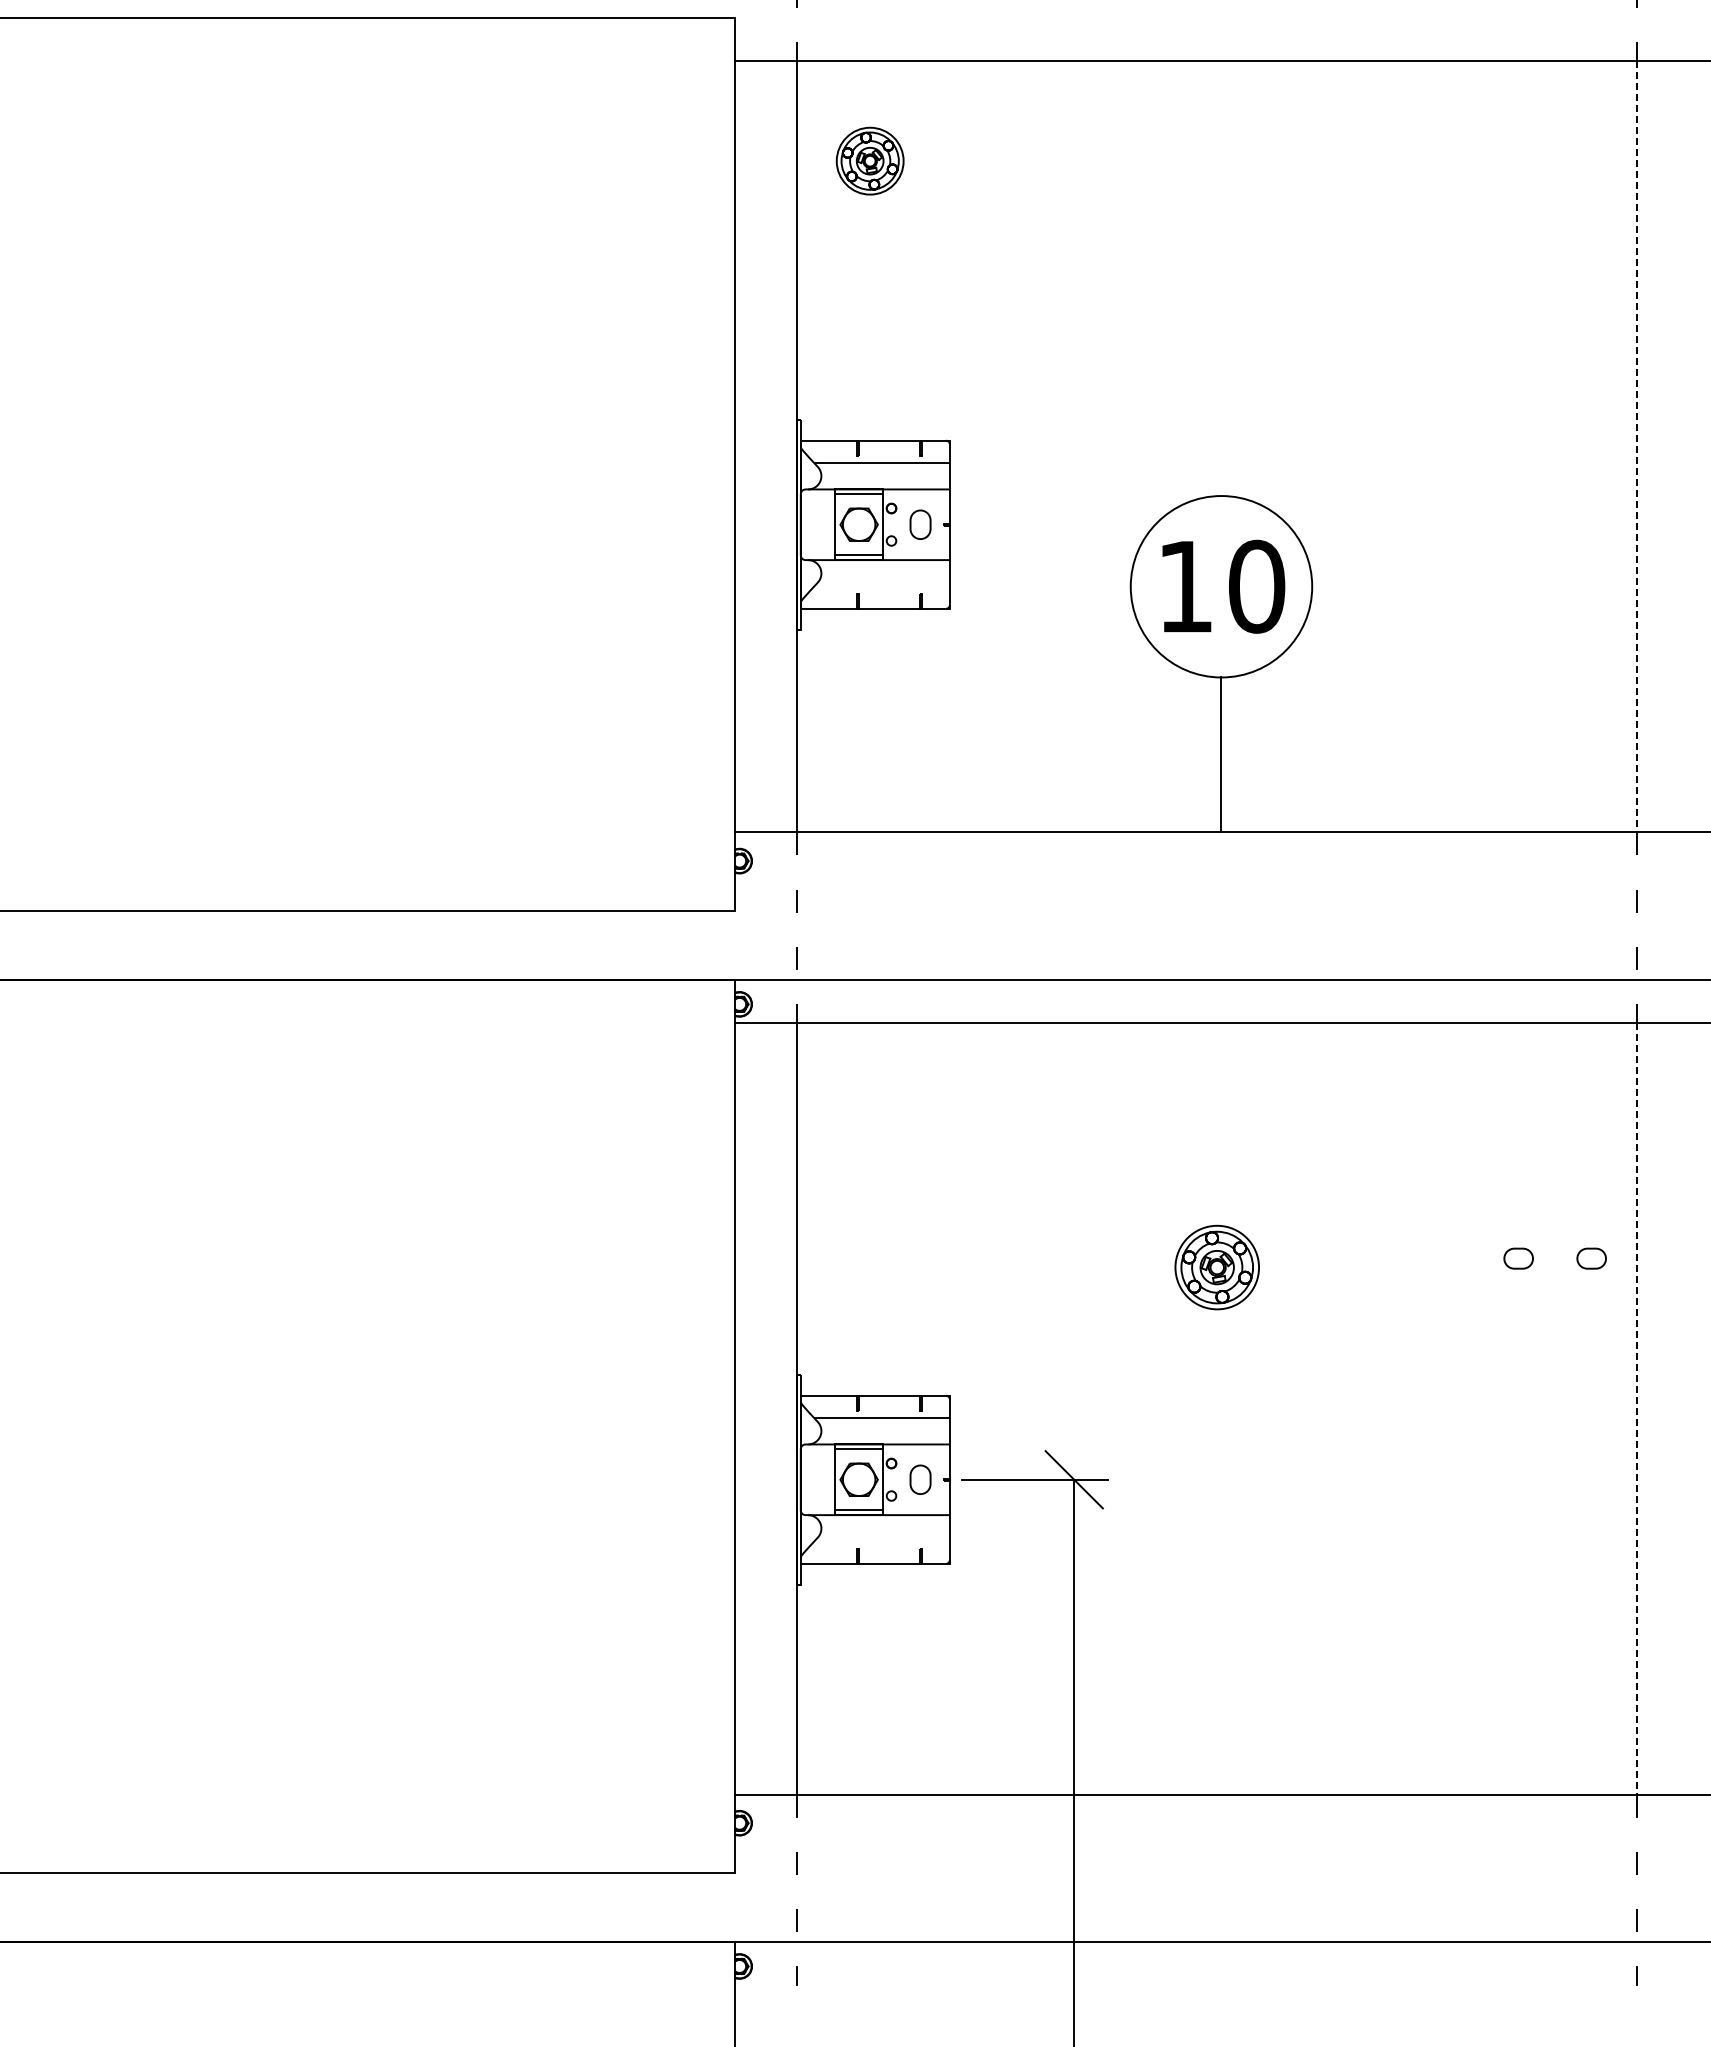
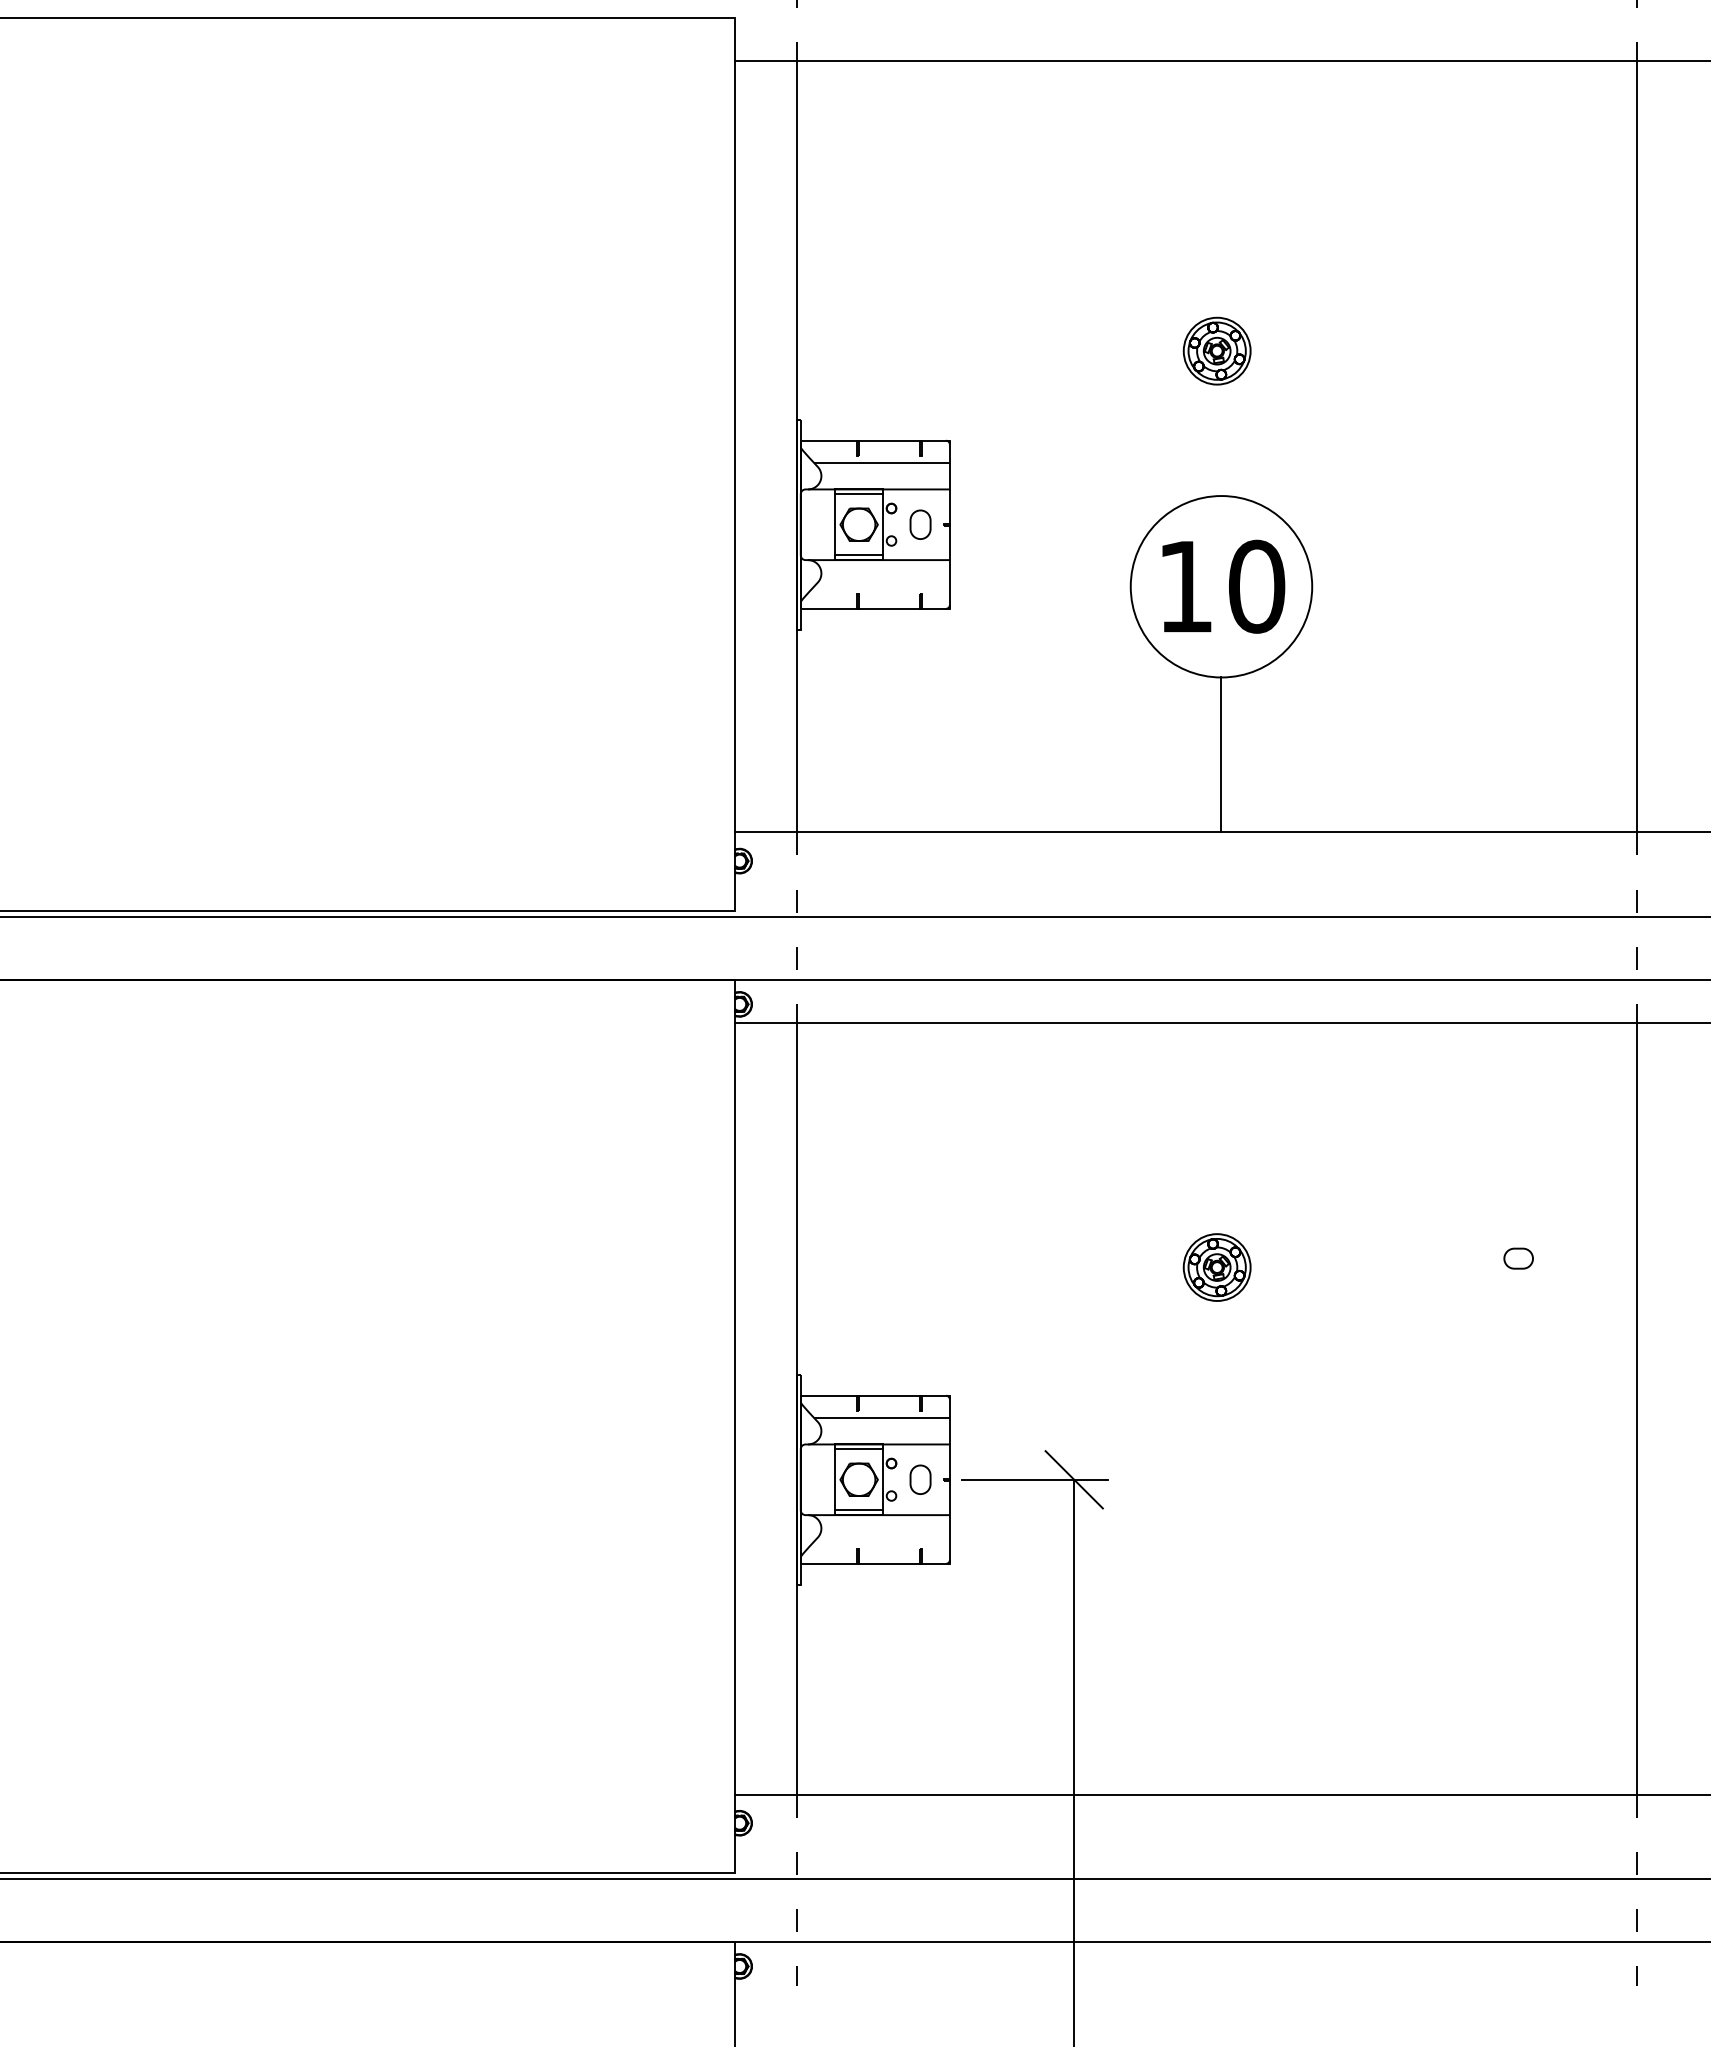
part at (869, 160) position: (869, 160) -> (1216, 350)
line at (1637, 446): dashed -> solid
line at (854, 917): none -> present
part at (1591, 1258): present -> none
part at (1216, 1267) size: 86x87 px -> 70x69 px
line at (1637, 1409): dashed -> solid
line at (854, 1879): none -> present
